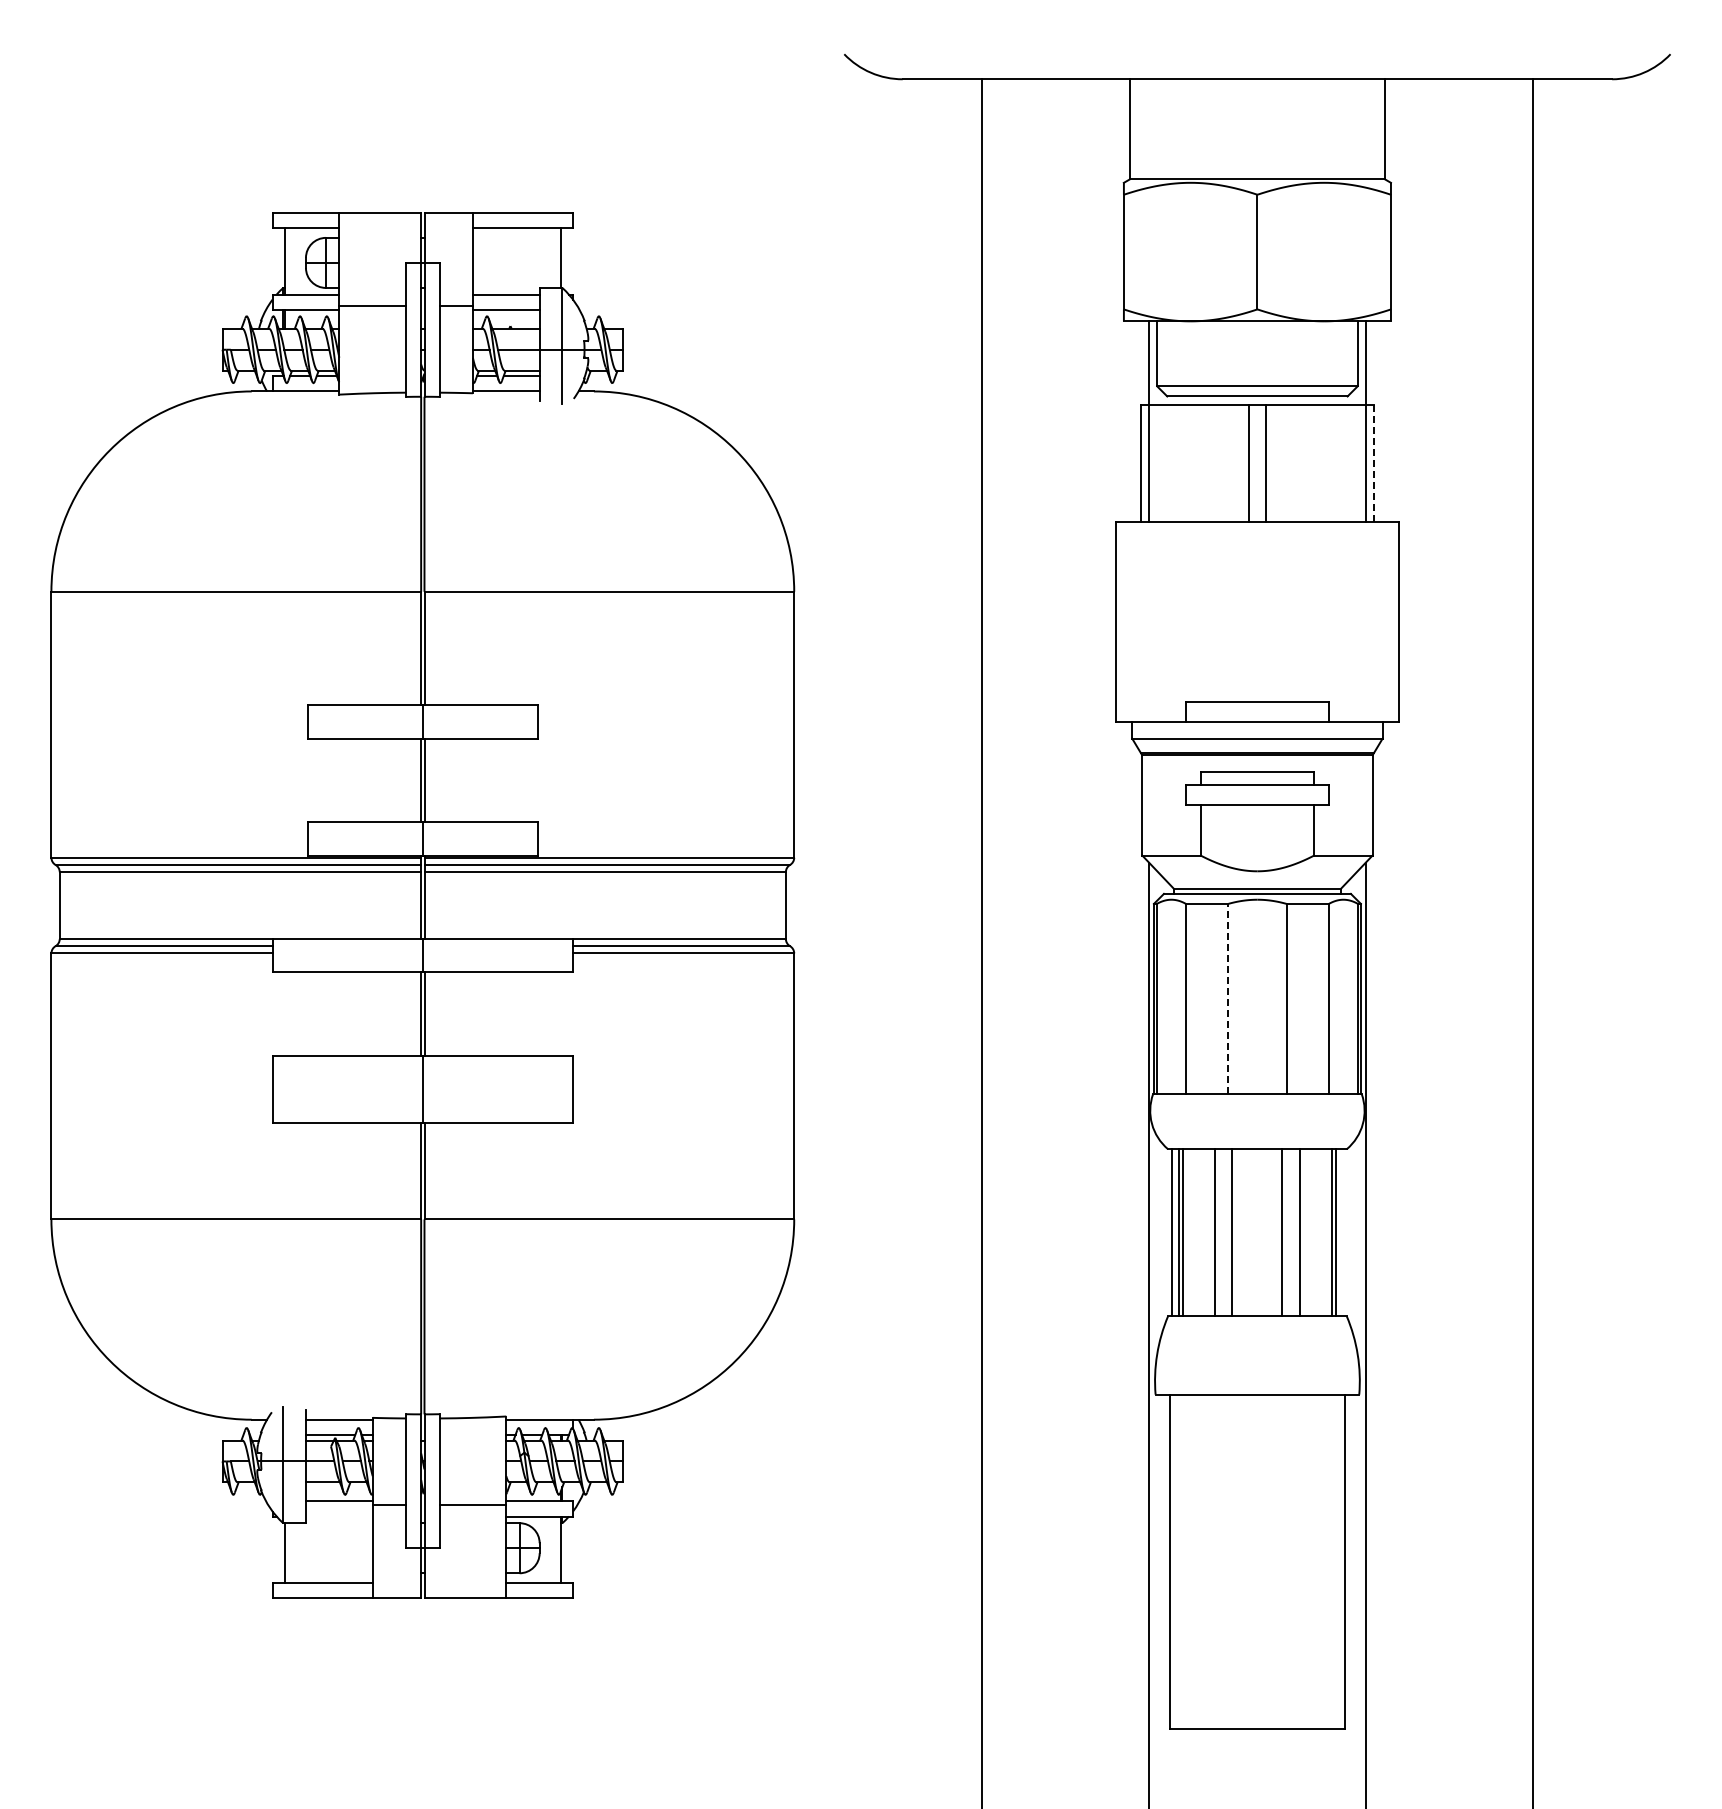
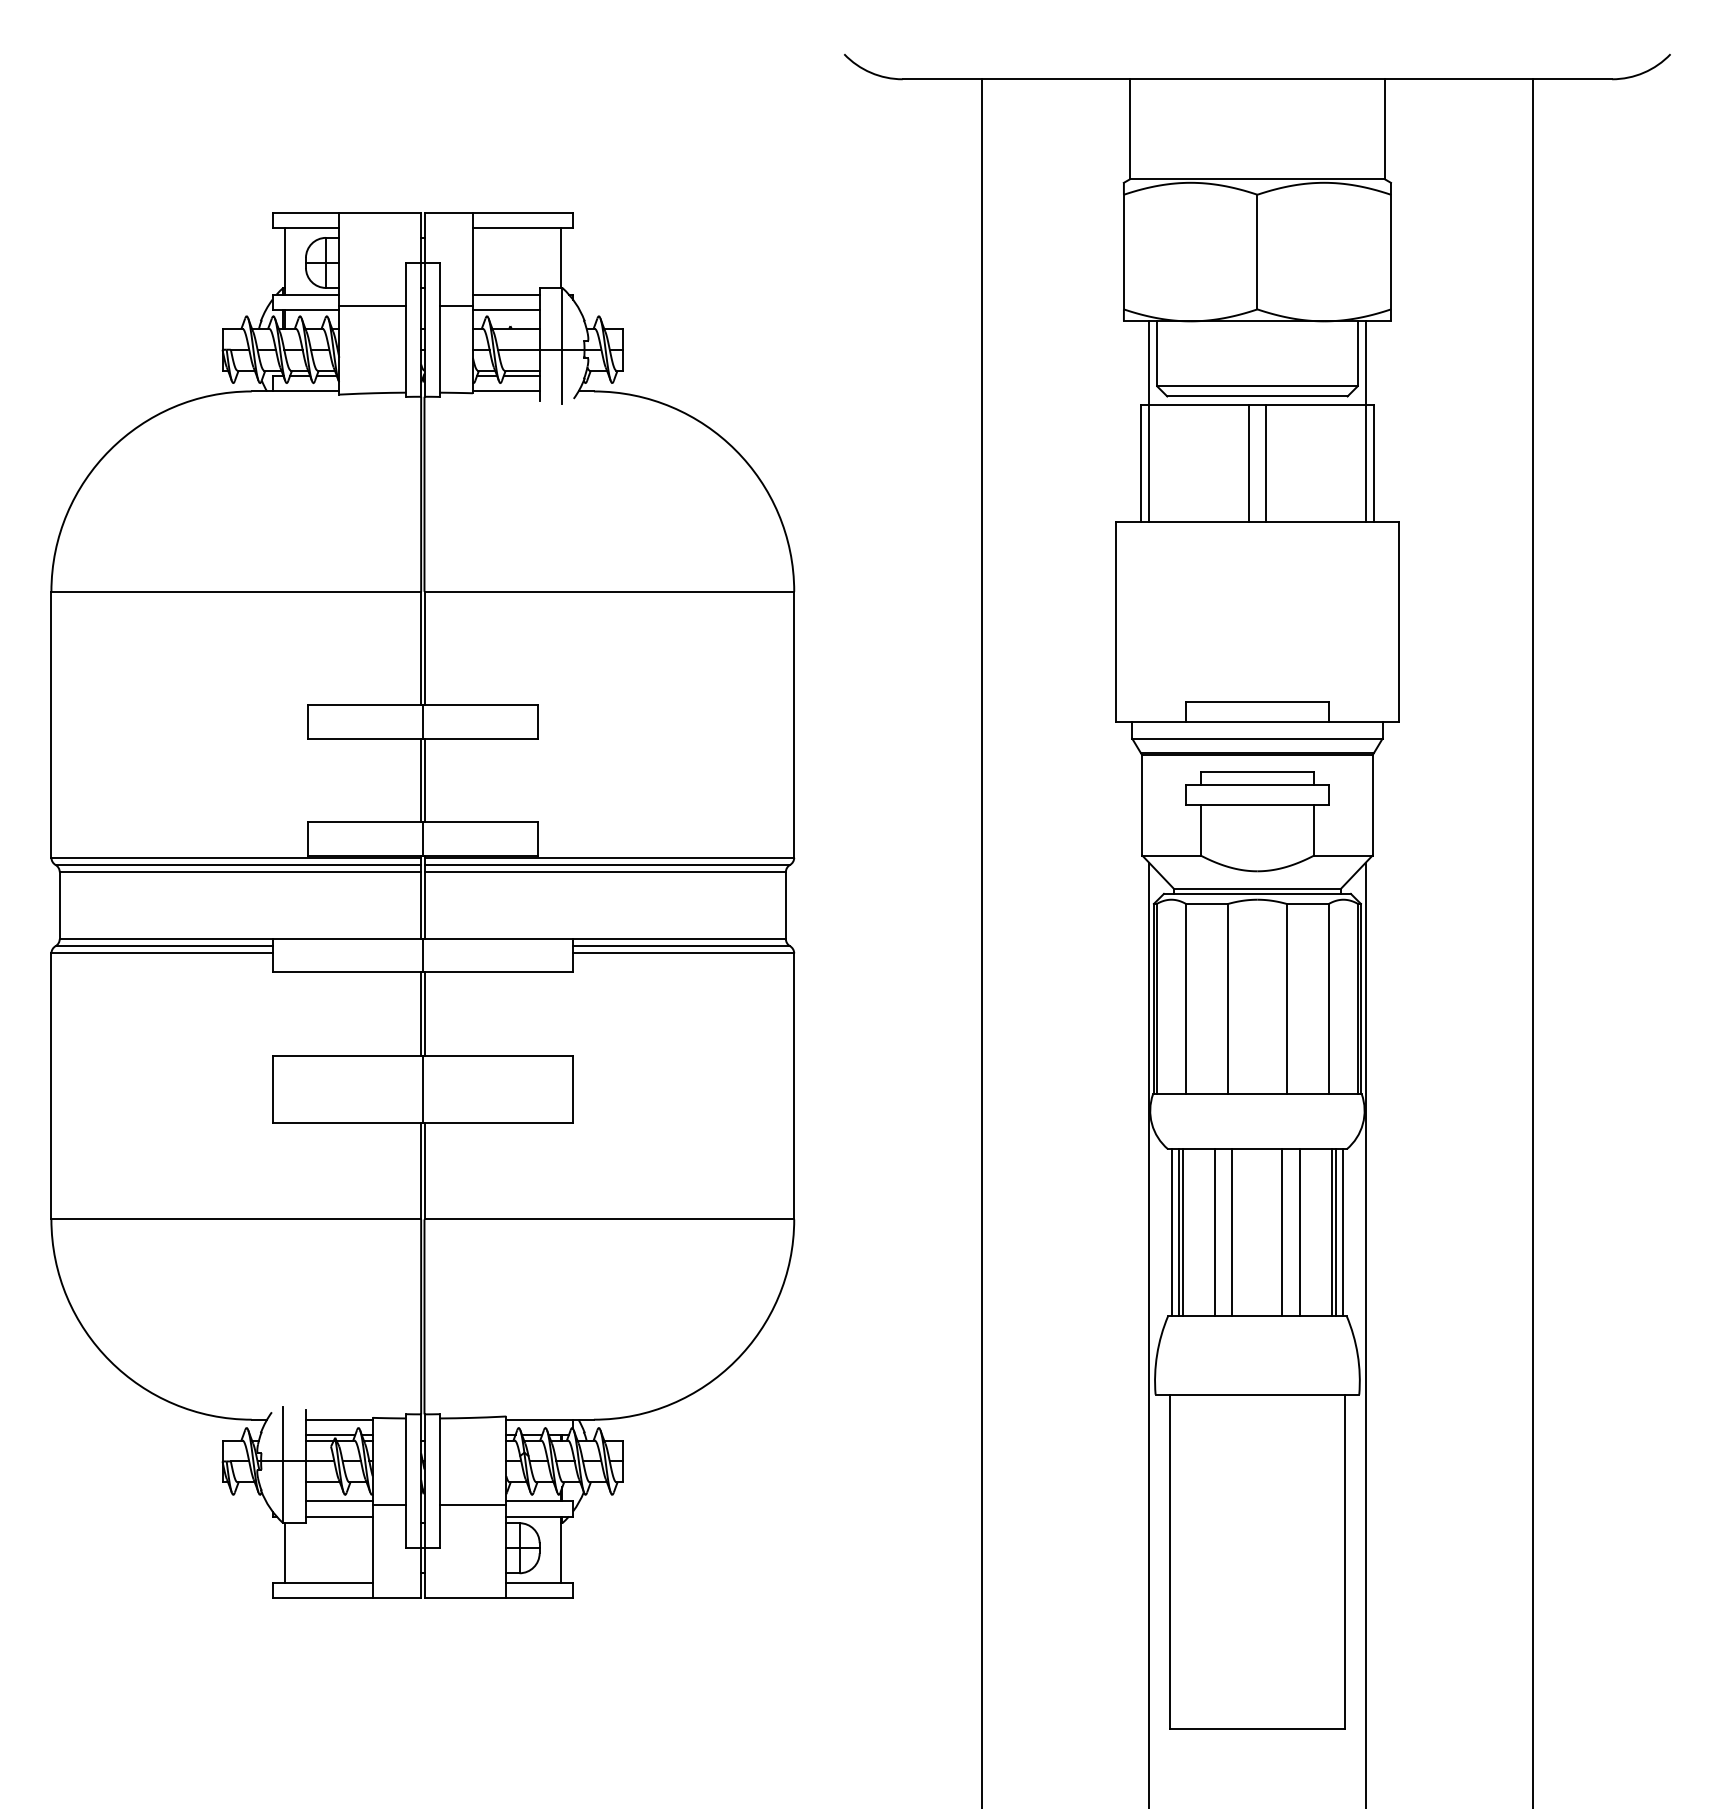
line at (1374, 463): dashed -> solid
line at (1228, 998): dashed -> solid
line at (1343, 1232): none -> present
line at (338, 1516): none -> present
